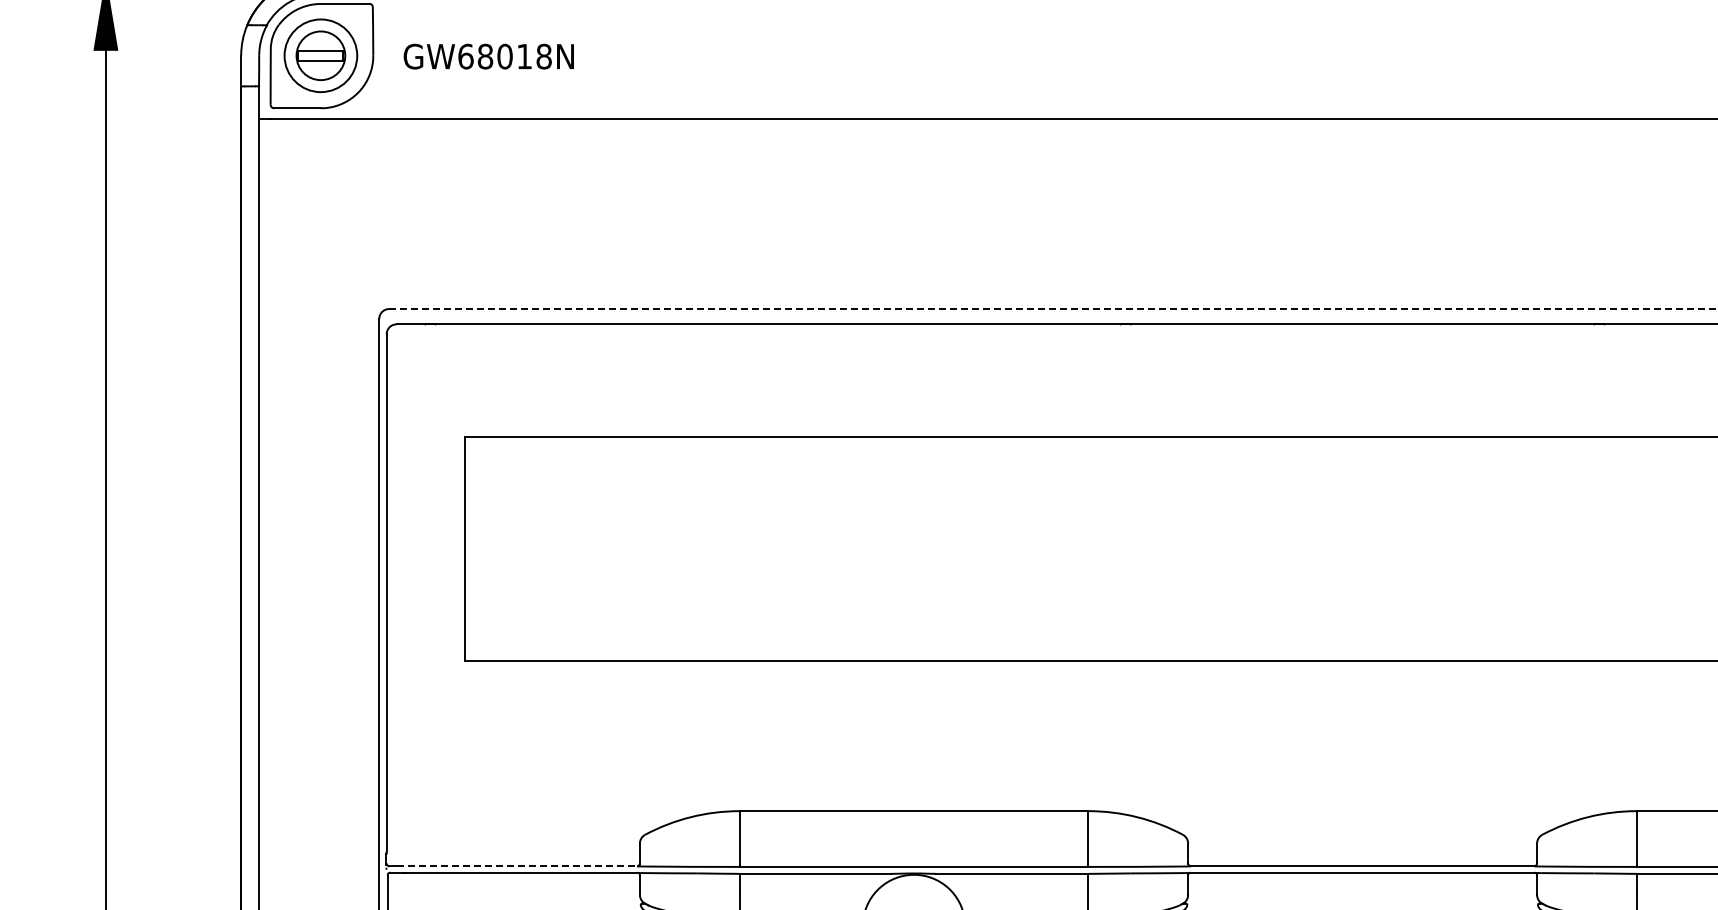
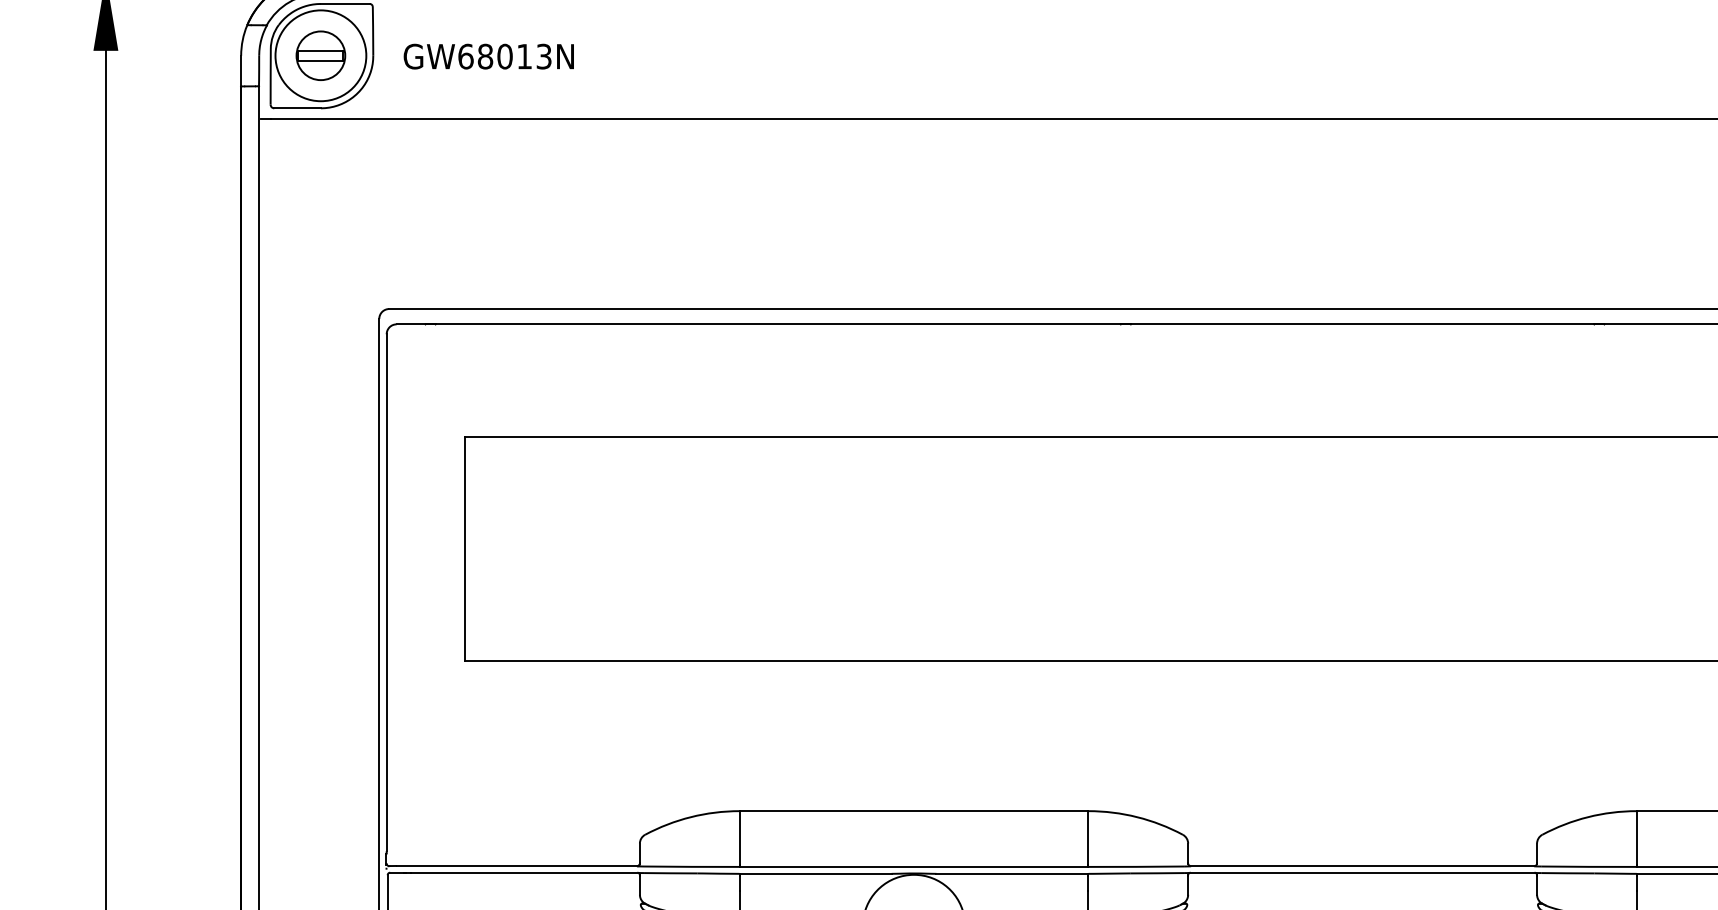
circle at (320, 55) diameter: 73 px -> 91 px
text at (543, 56): GW68018N -> GW68013N
line at (1053, 309): dashed -> solid
line at (517, 865): dashed -> solid
